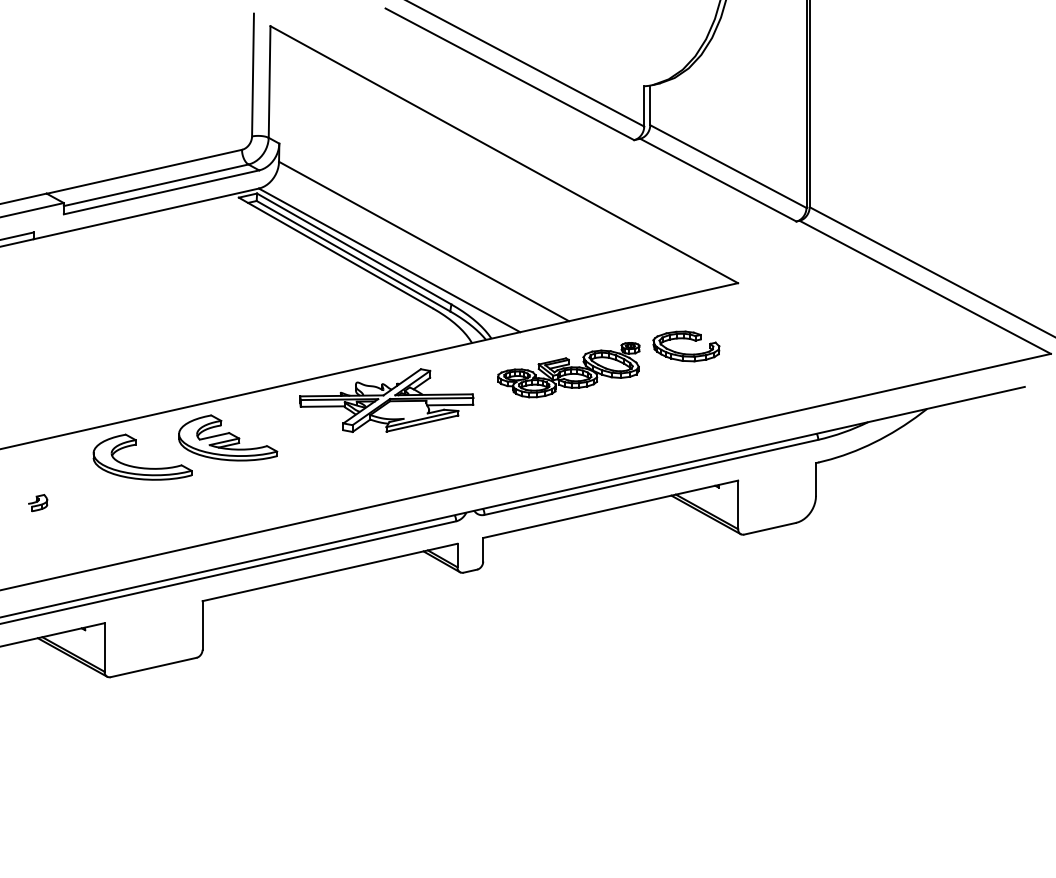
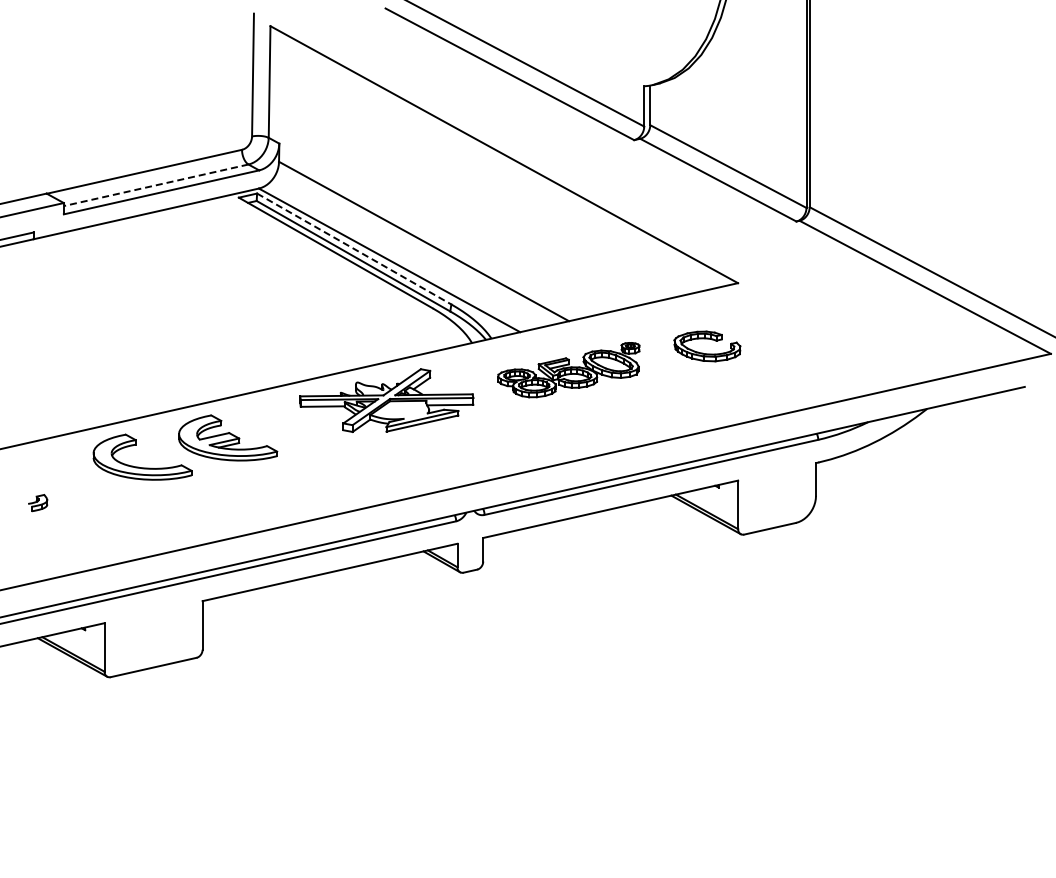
line at (156, 185): solid -> dashed
line at (354, 249): solid -> dashed
part at (686, 339) position: (686, 339) -> (707, 339)
